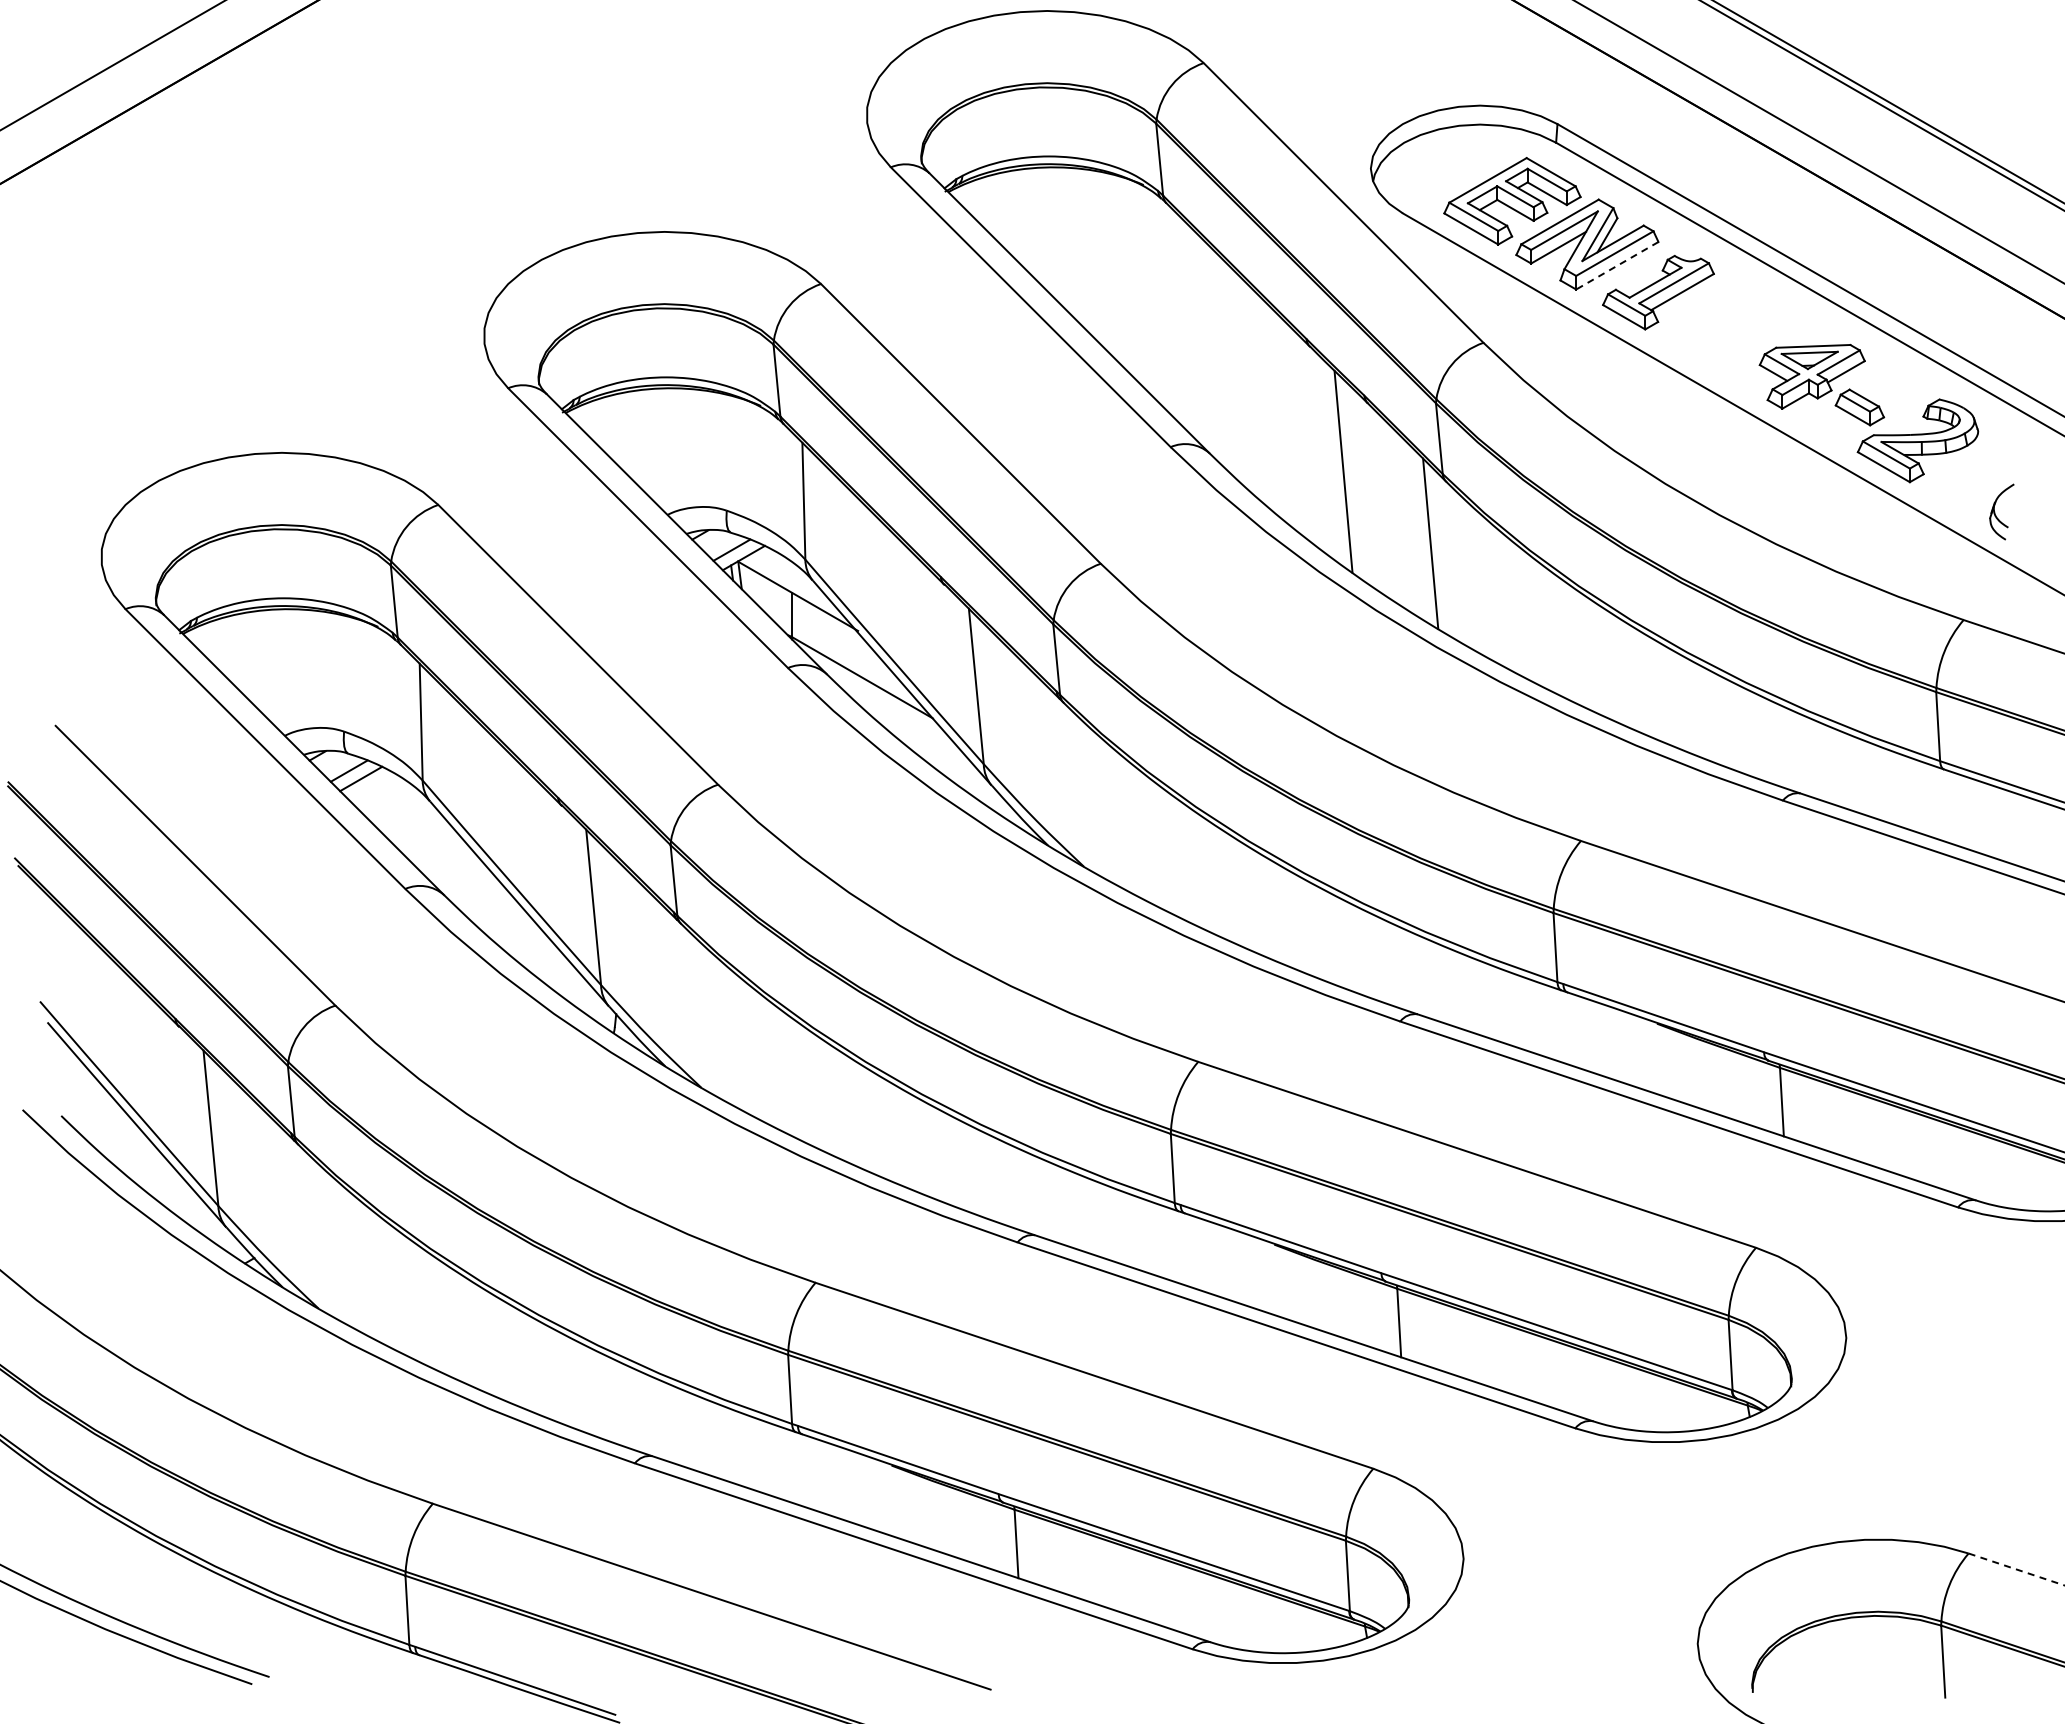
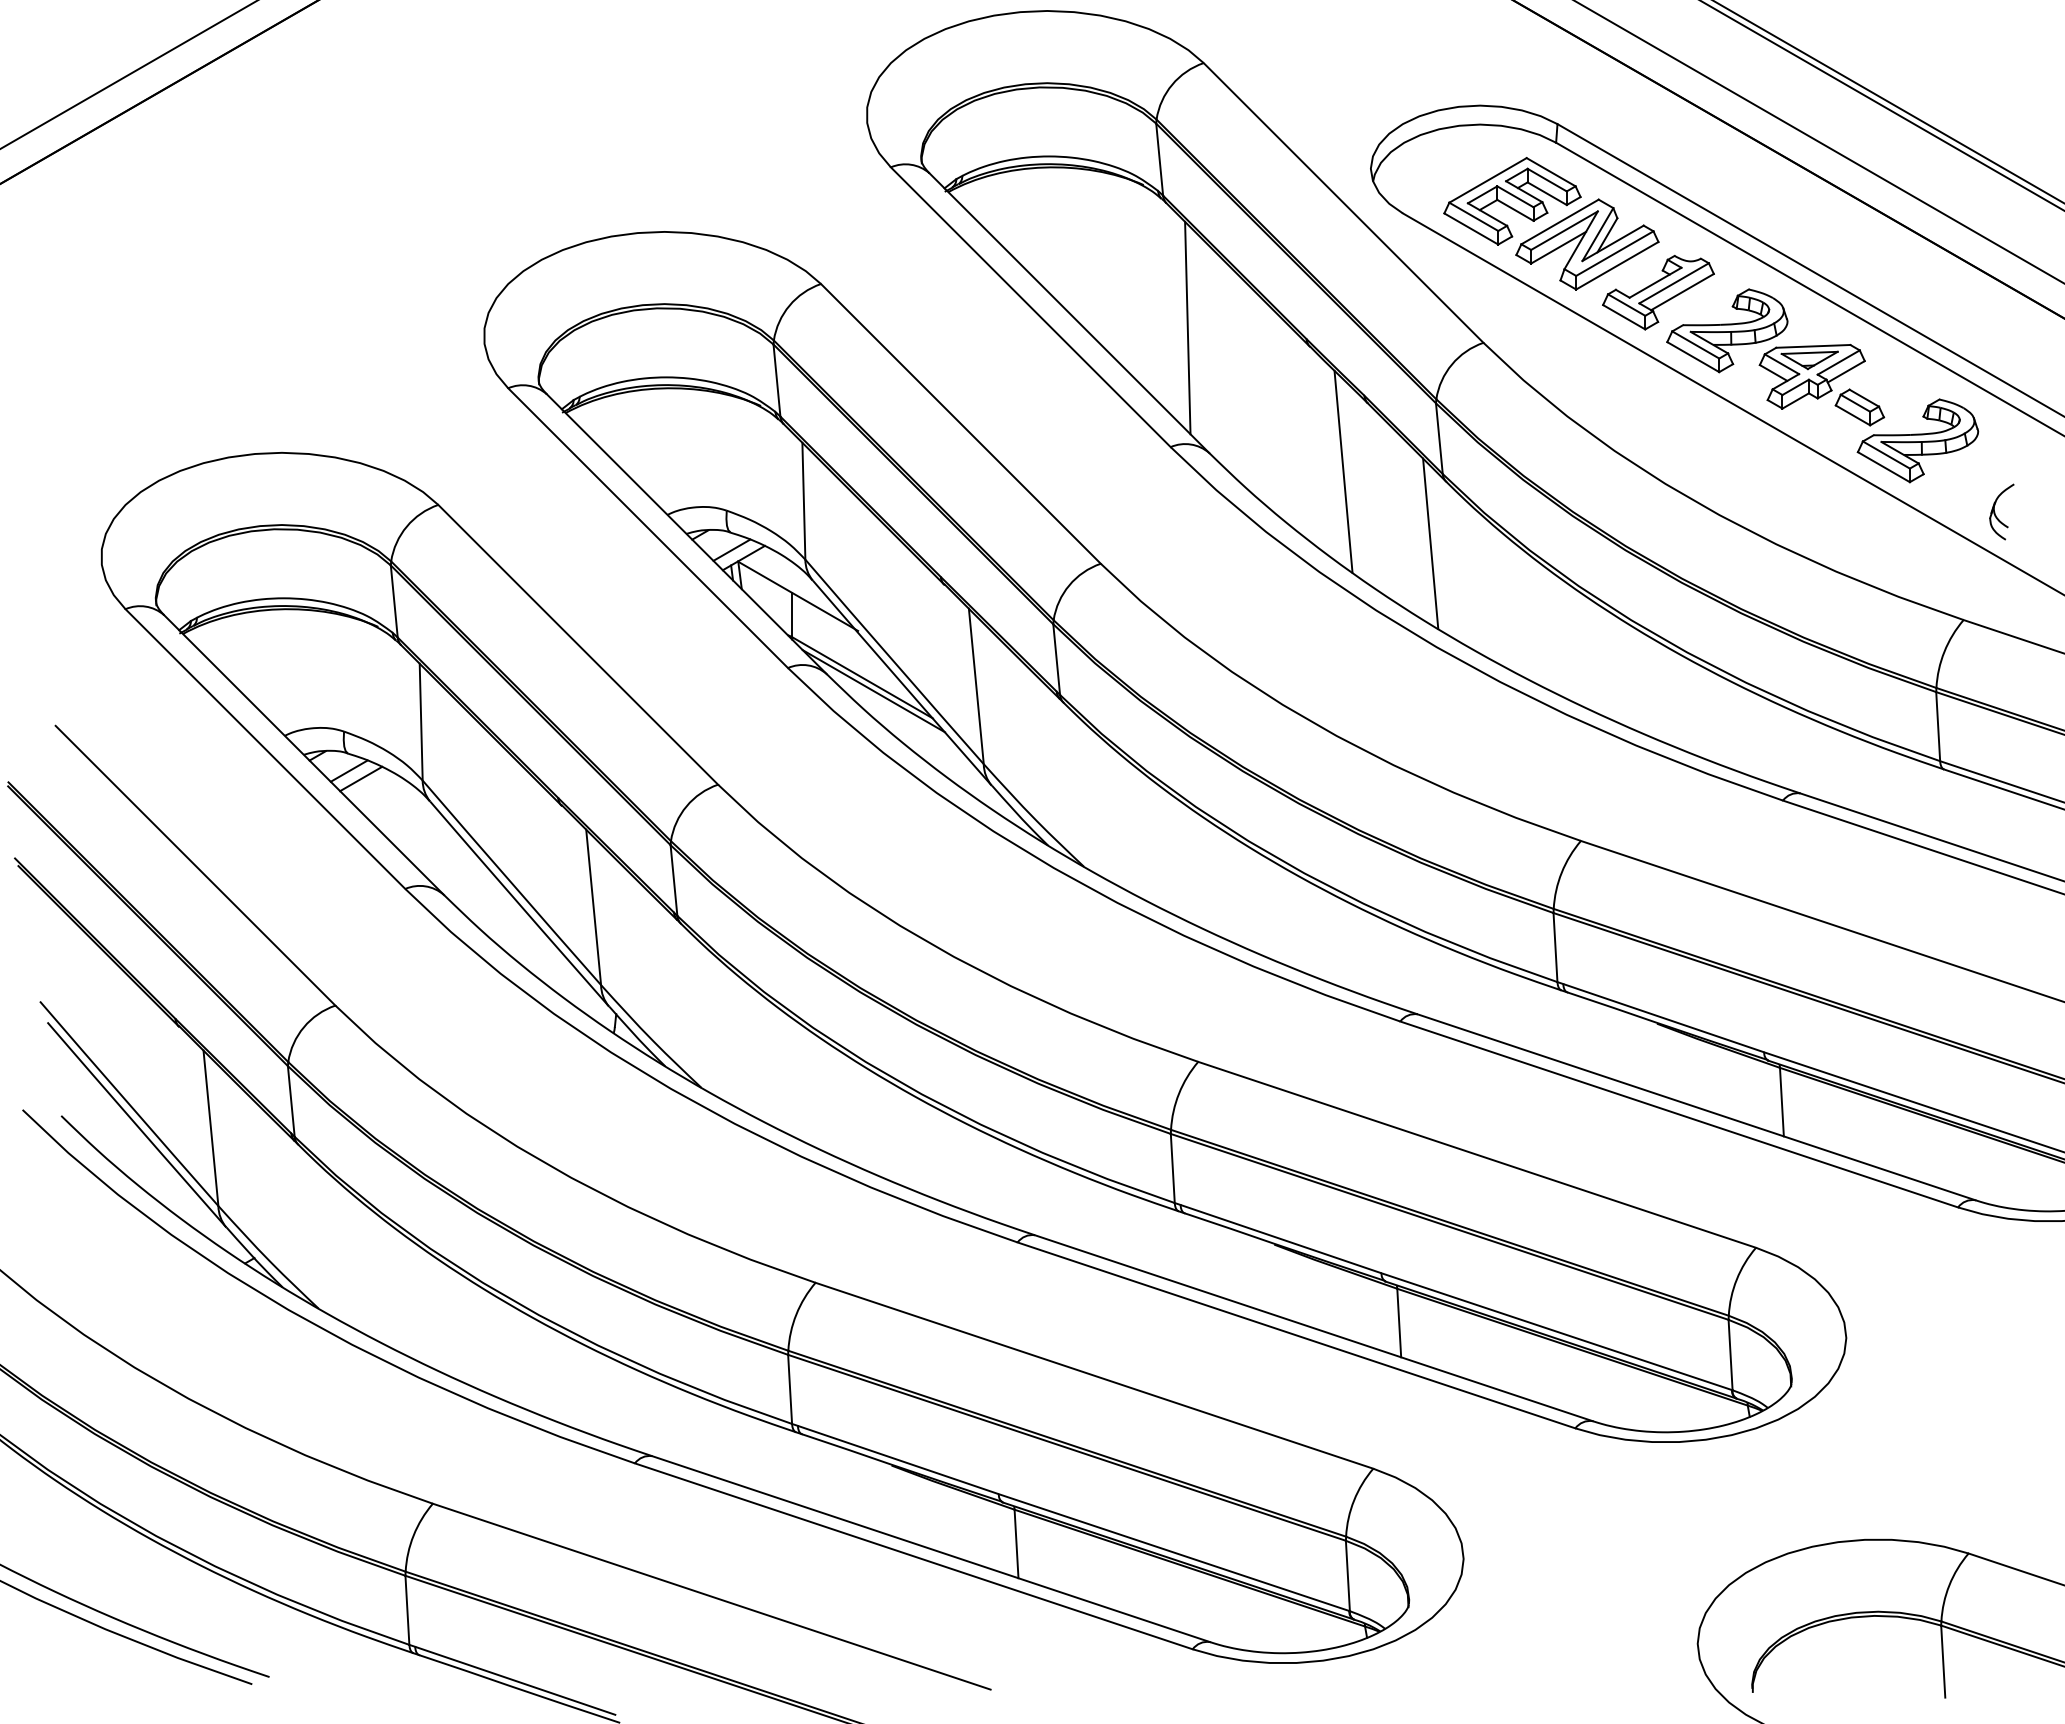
line at (112, 65) position: (112, 65) -> (128, 74)
line at (1617, 265): dashed -> solid
line at (1187, 327): none -> present
part at (1727, 330): none -> present
line at (873, 691): none -> present
line at (2016, 1569): dashed -> solid
